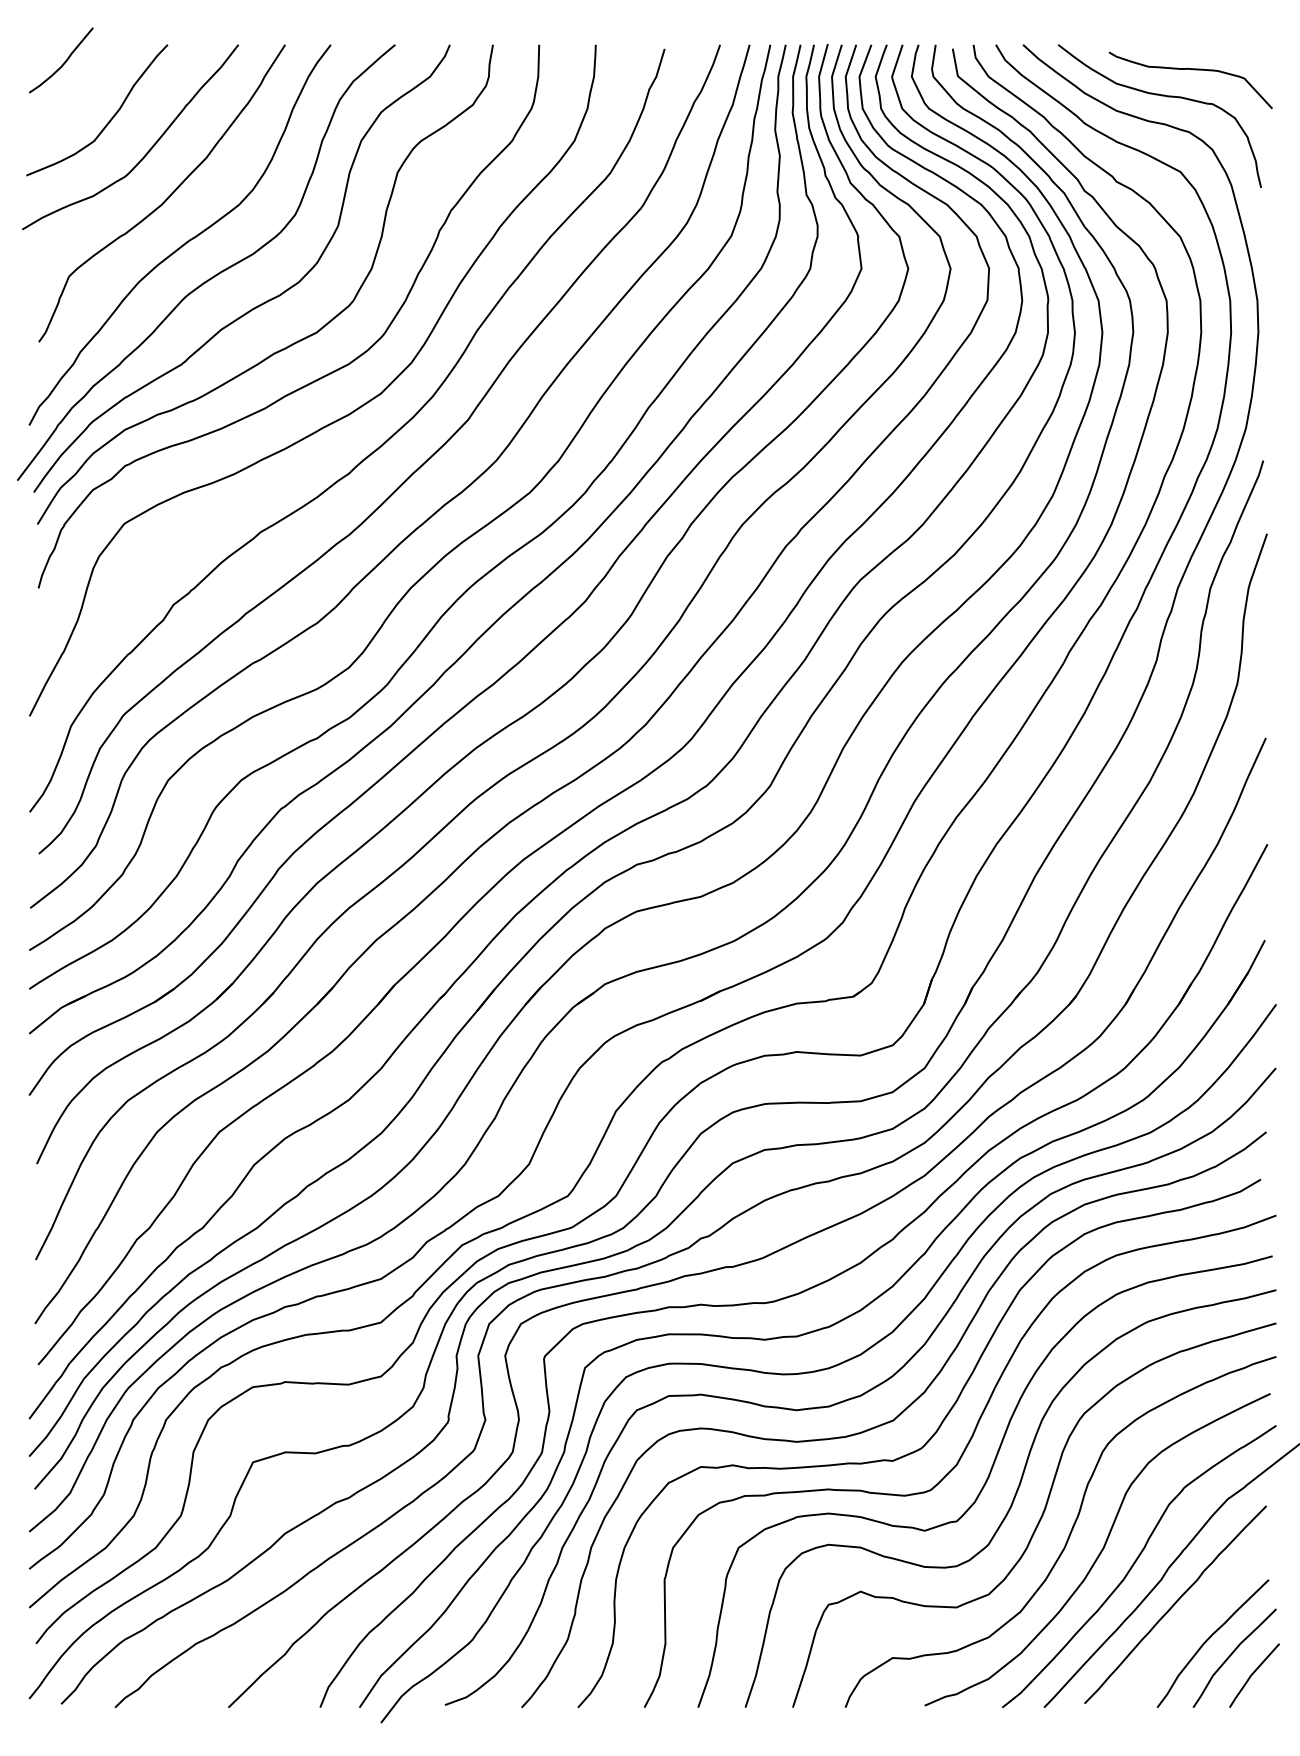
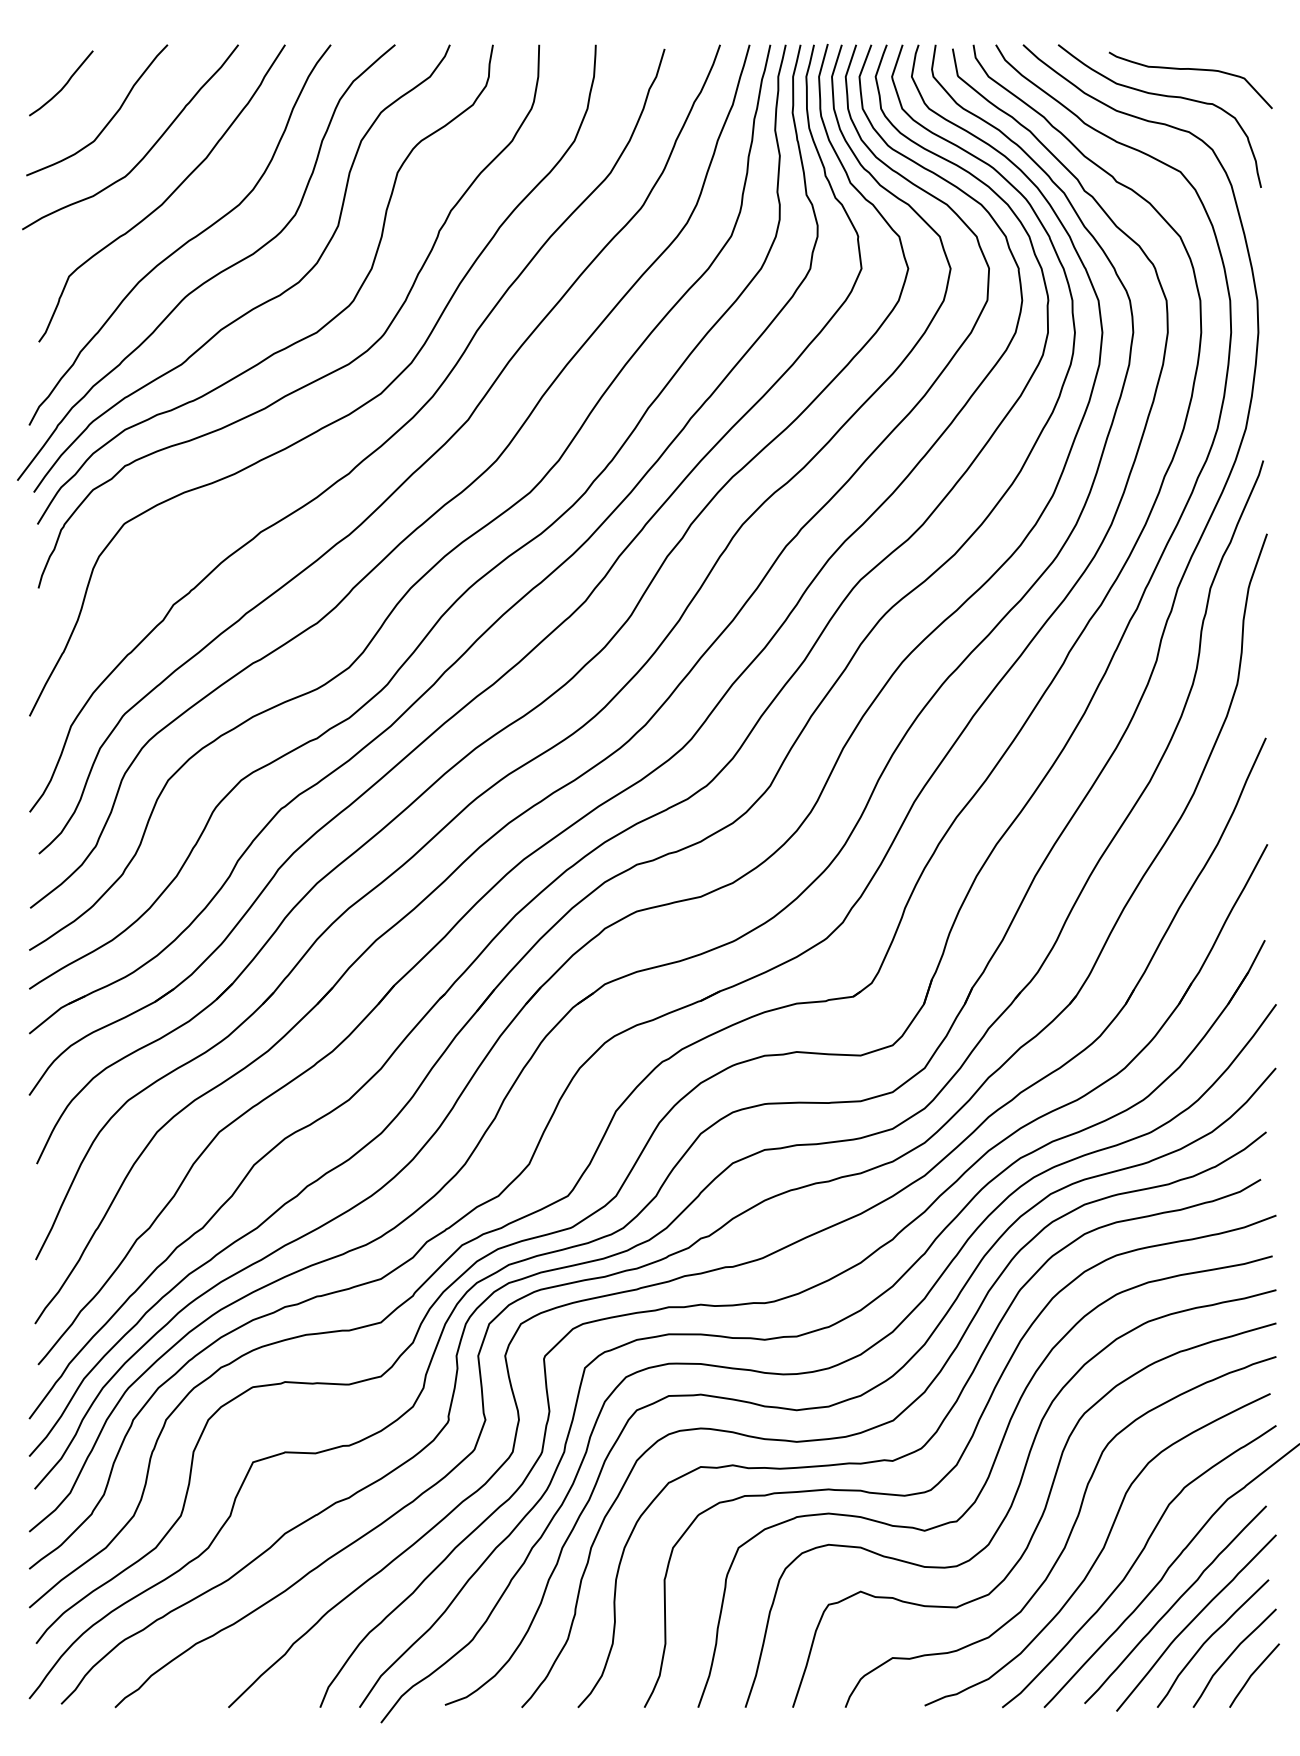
curve at (63, 62) position: (63, 62) -> (63, 85)
curve at (1194, 1620): none -> present
